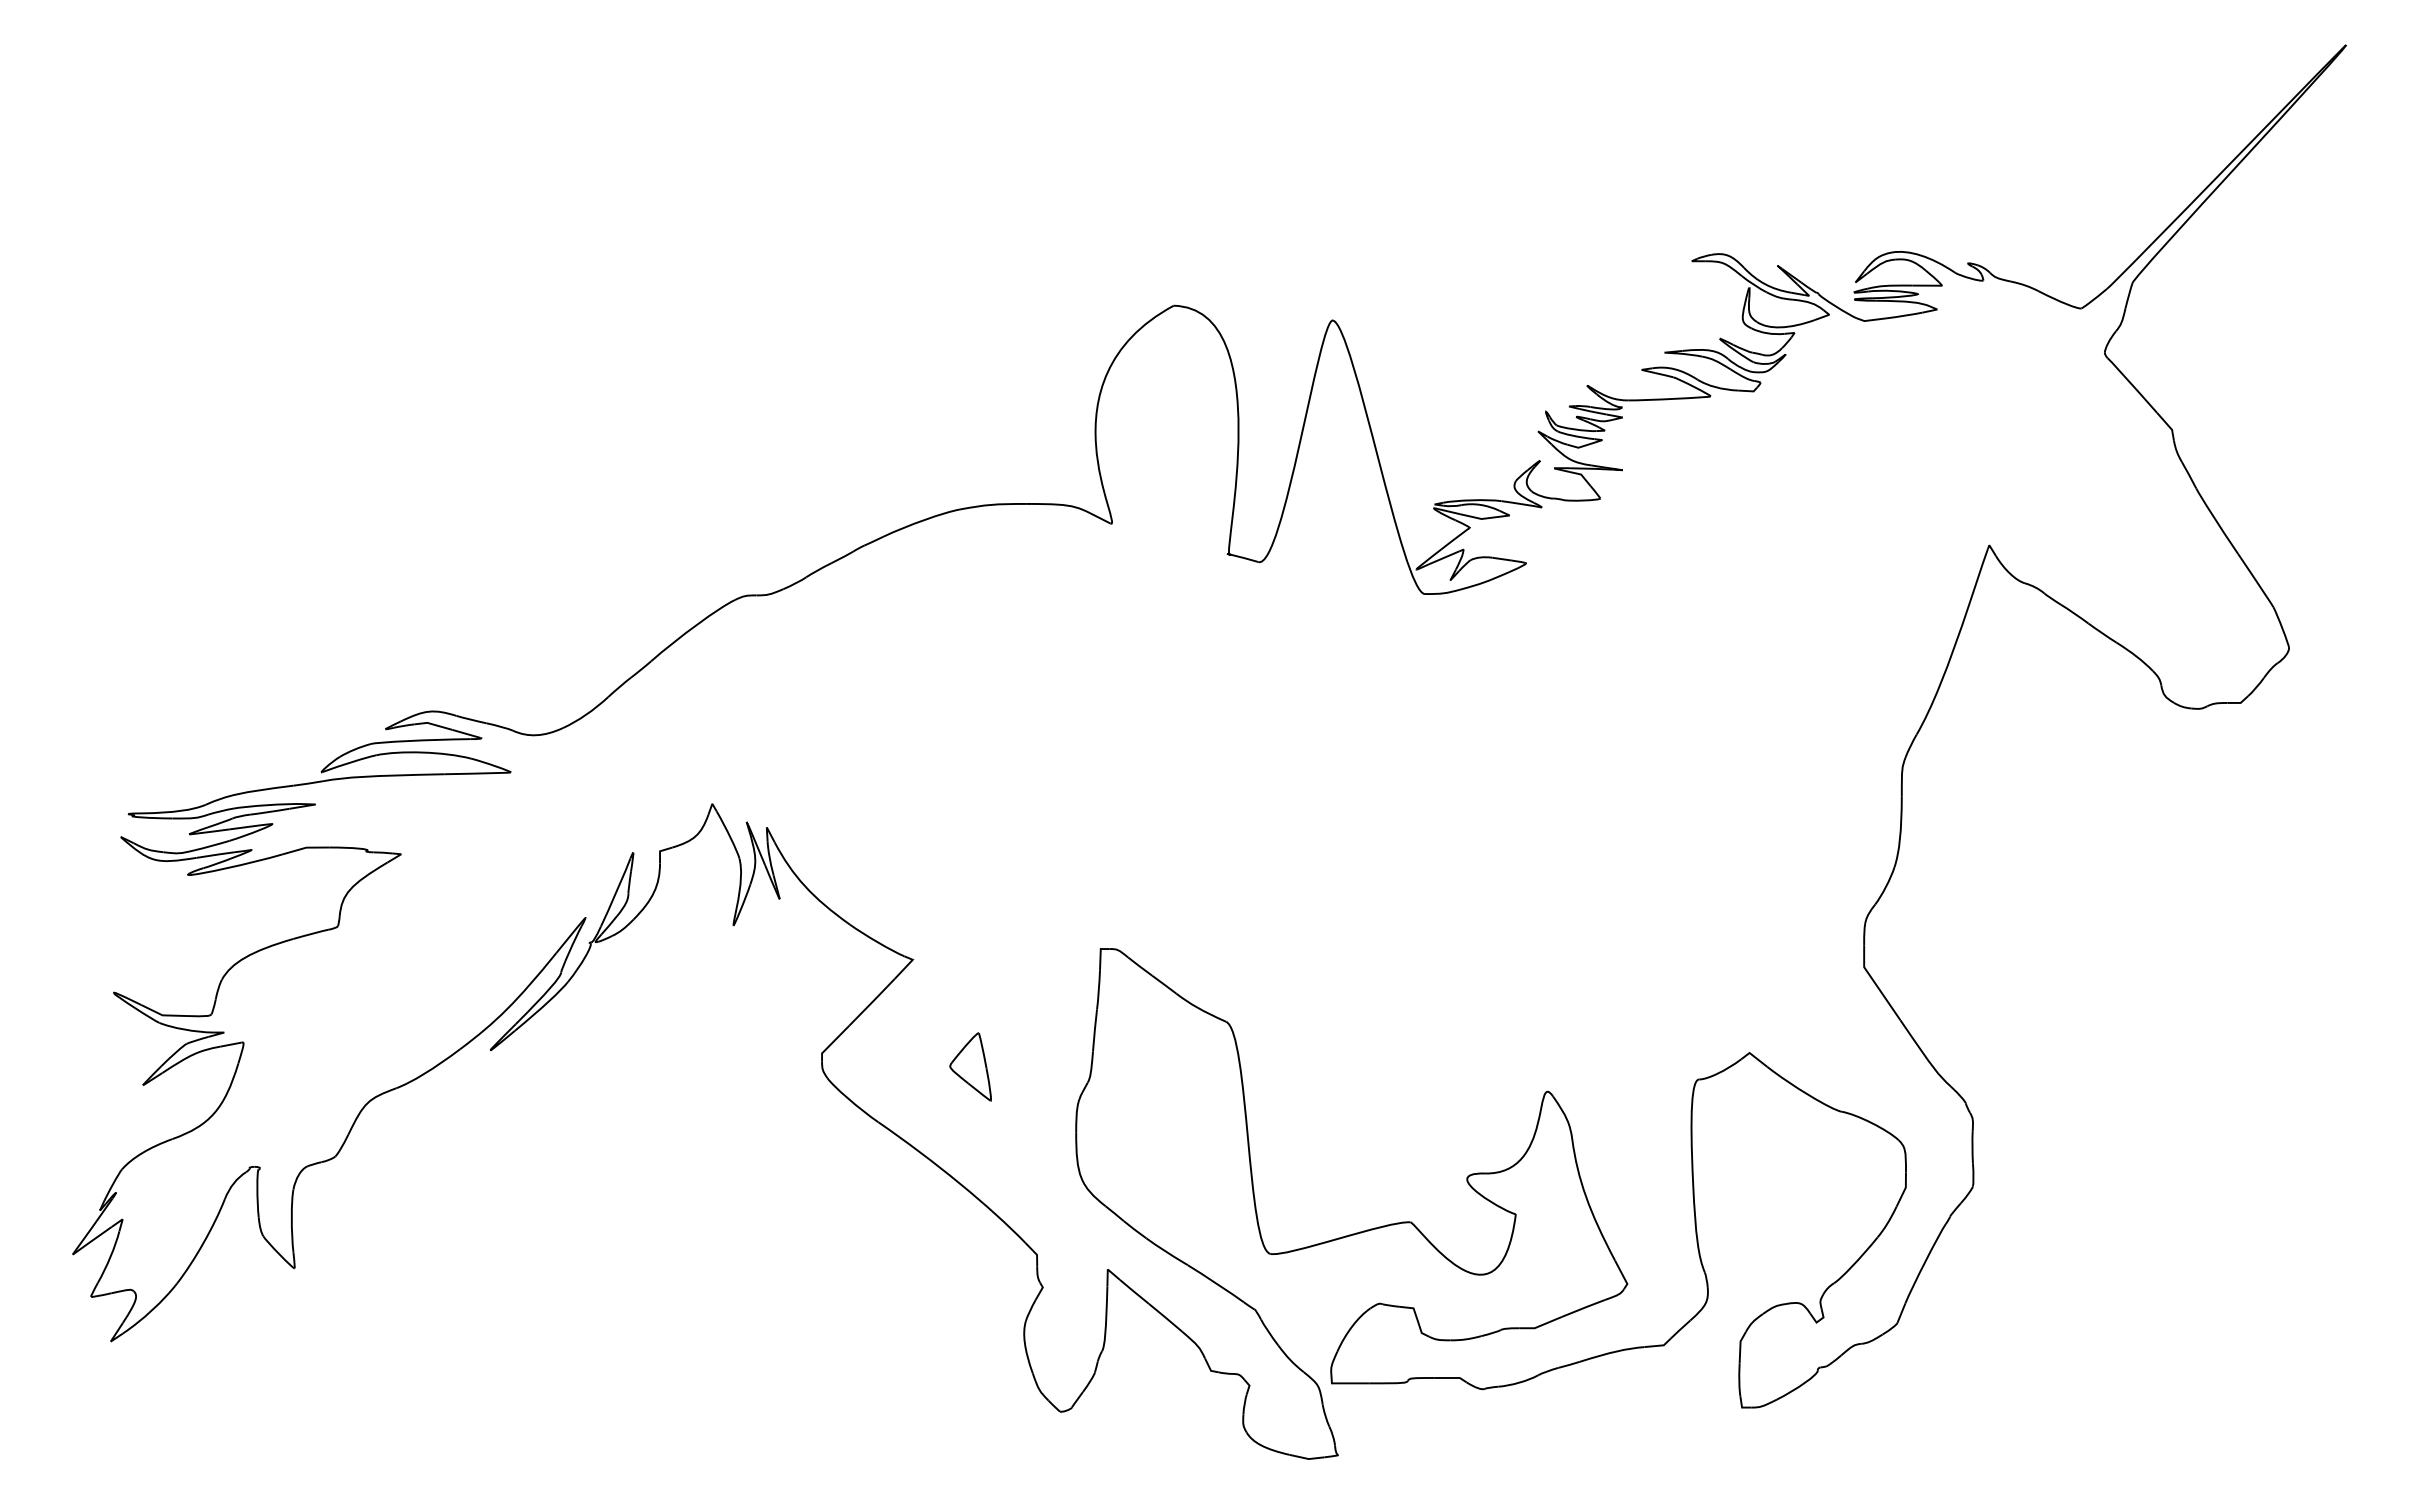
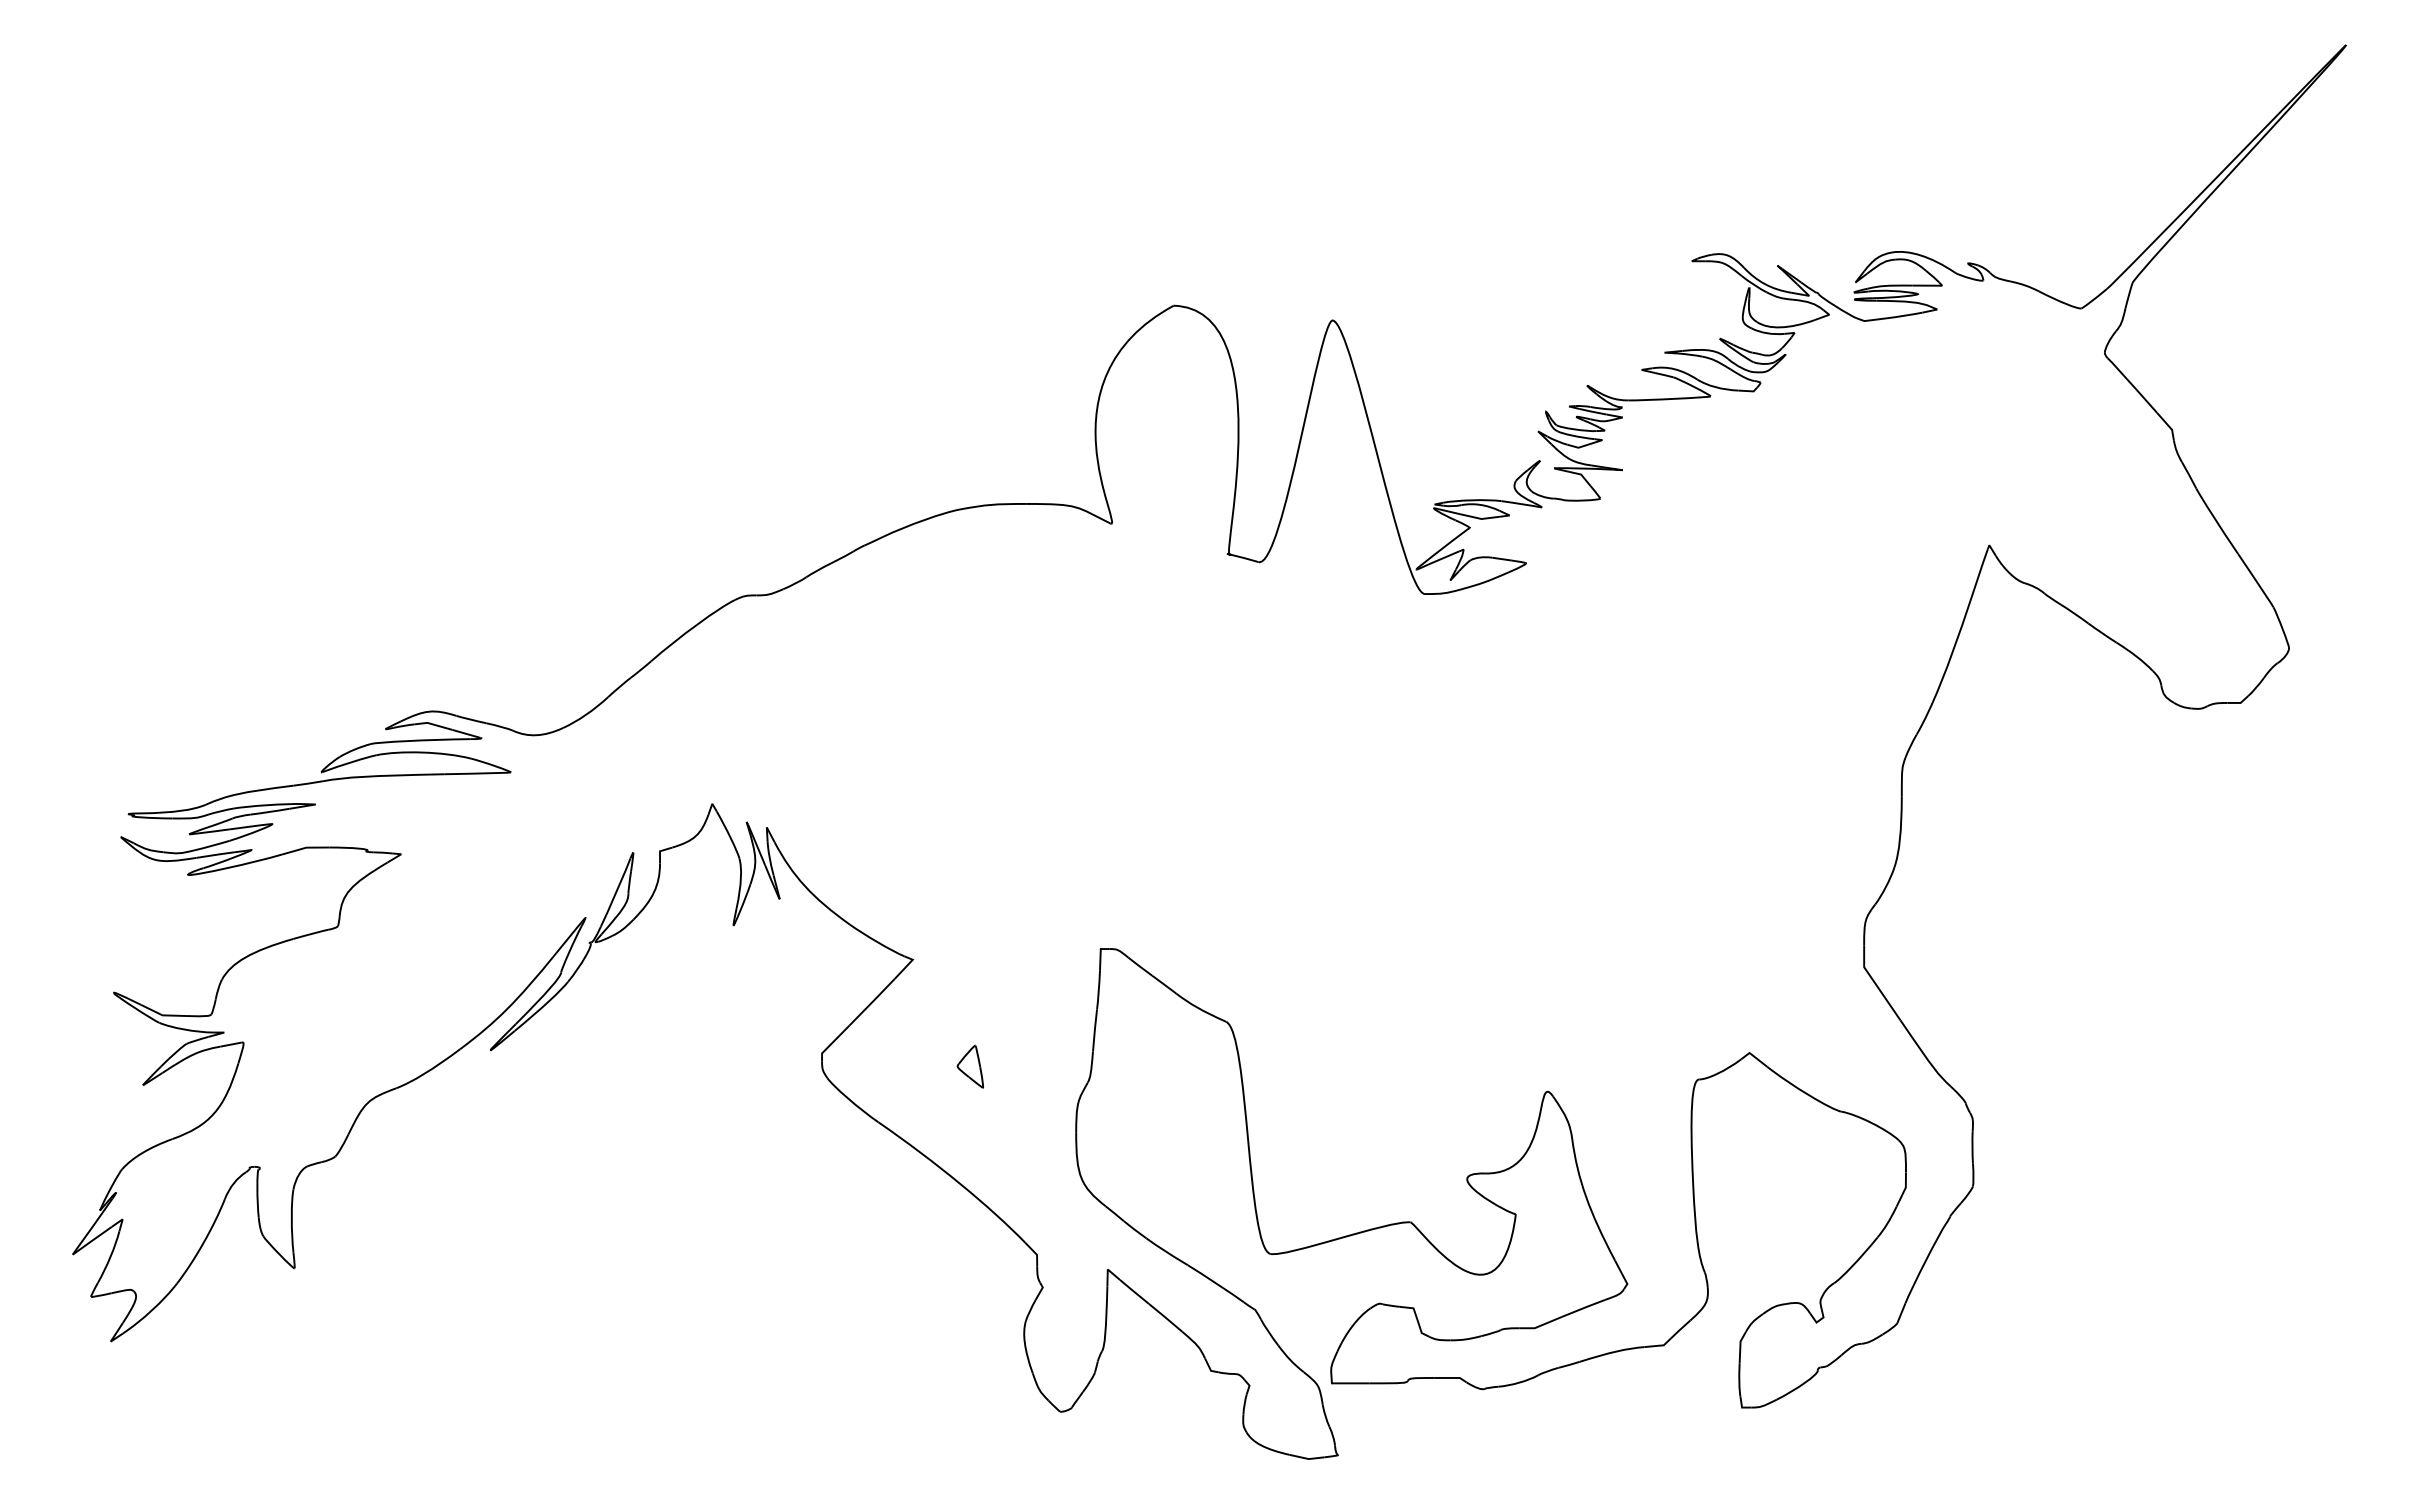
part at (970, 1066) size: 43x70 px -> 28x45 px
